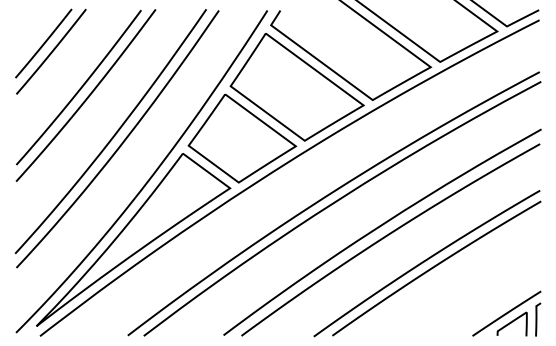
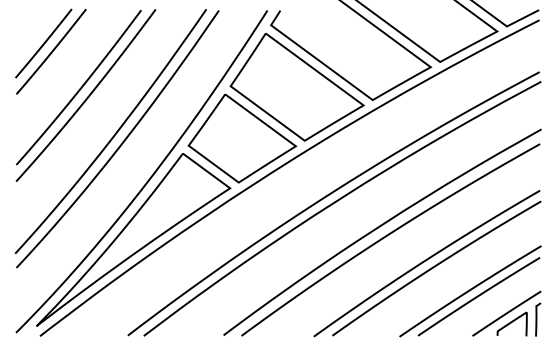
part at (470, 291): none -> present
